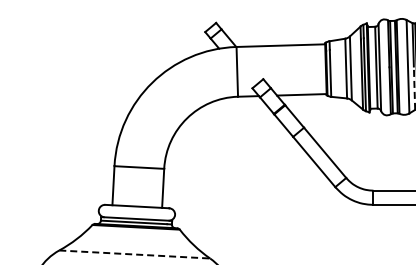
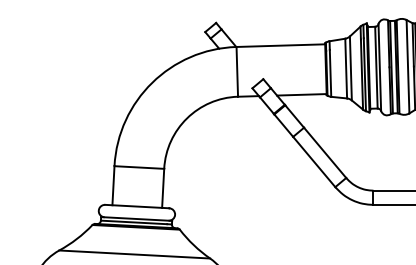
line at (414, 88): dashed -> solid
line at (134, 254): dashed -> solid
